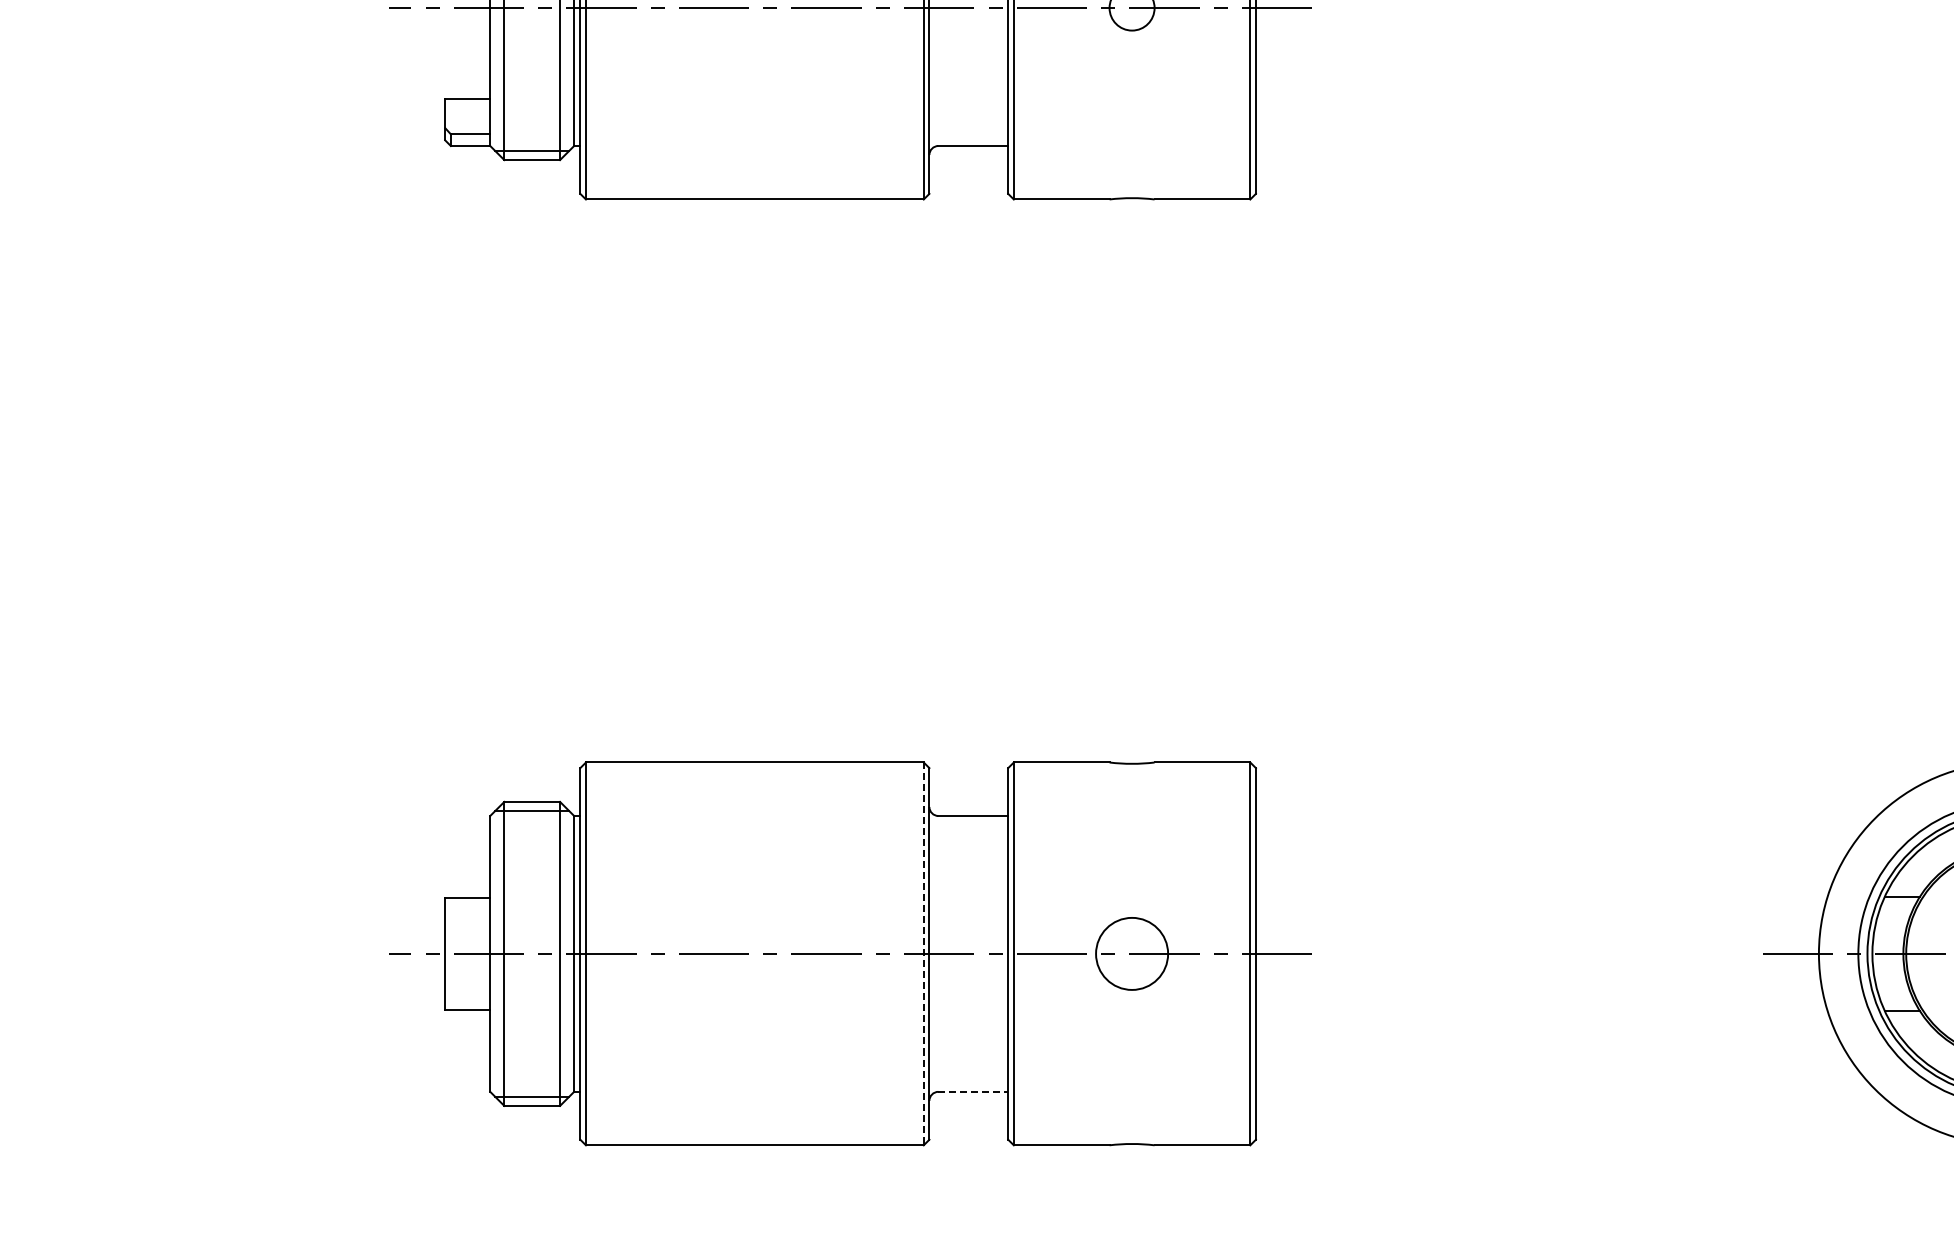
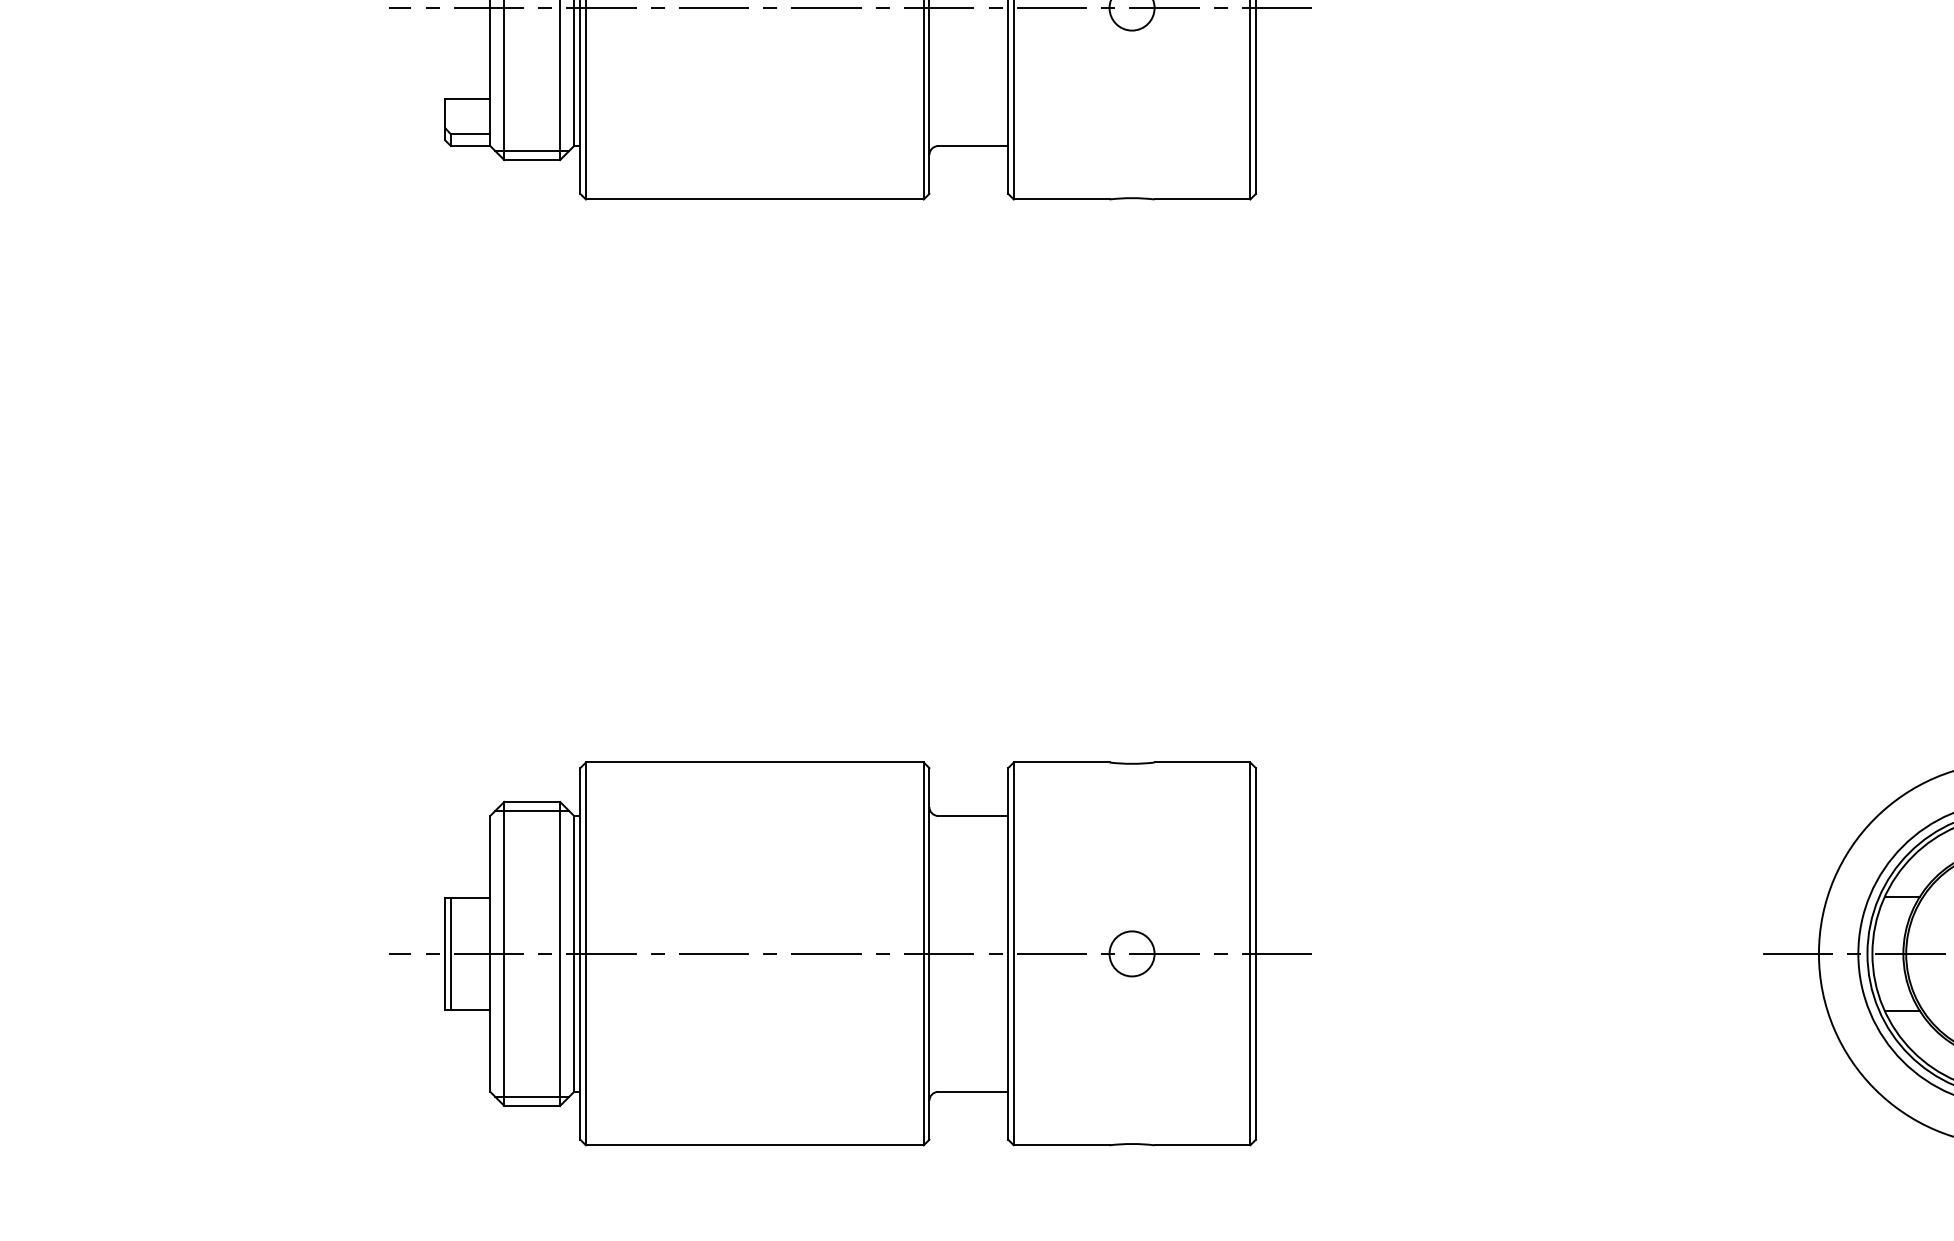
line at (450, 953): none -> present
circle at (1132, 953) diameter: 72 px -> 45 px
line at (923, 954): dashed -> solid
line at (973, 1091): dashed -> solid
